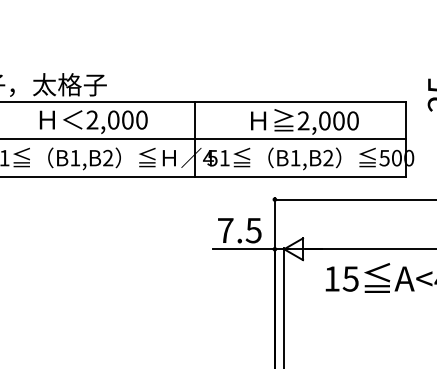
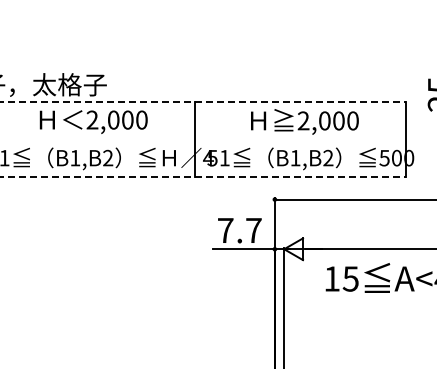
line at (203, 102): solid -> dashed
line at (203, 139): present -> none
line at (203, 176): solid -> dashed
text at (253, 230): 7.5 -> 7.7
